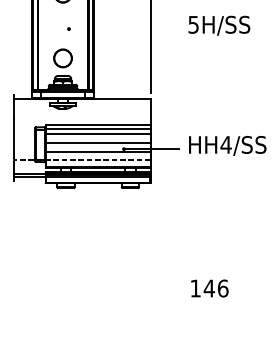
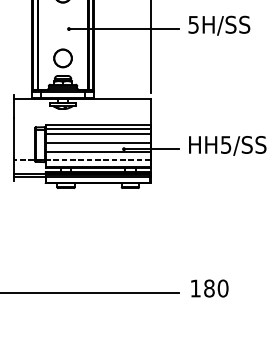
line at (124, 29): none -> present
text at (225, 144): HH4/SS -> HH5/SS
text at (215, 288): 146 -> 180
line at (90, 292): none -> present
